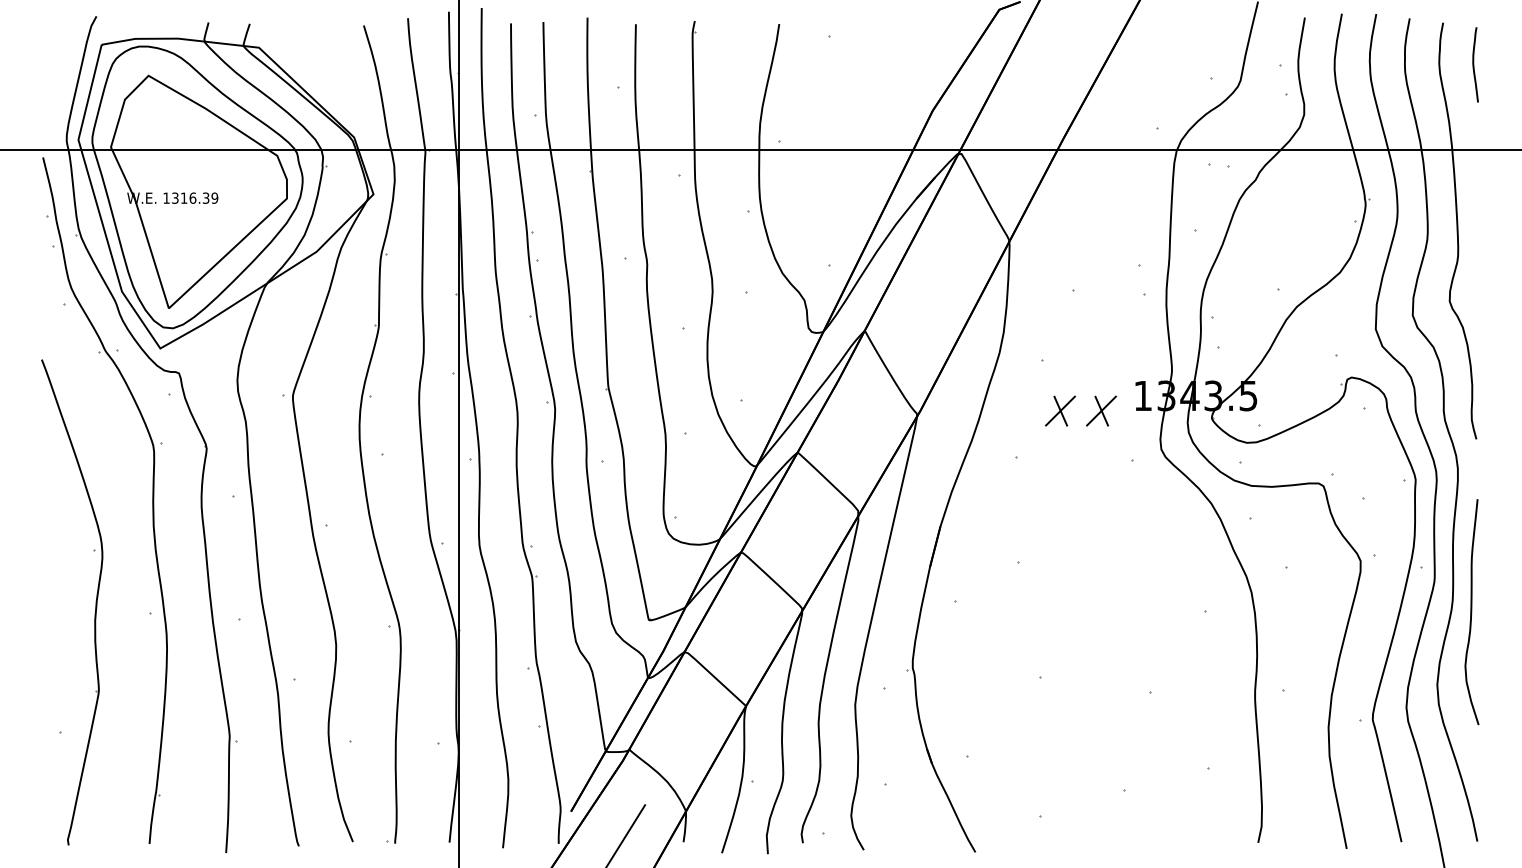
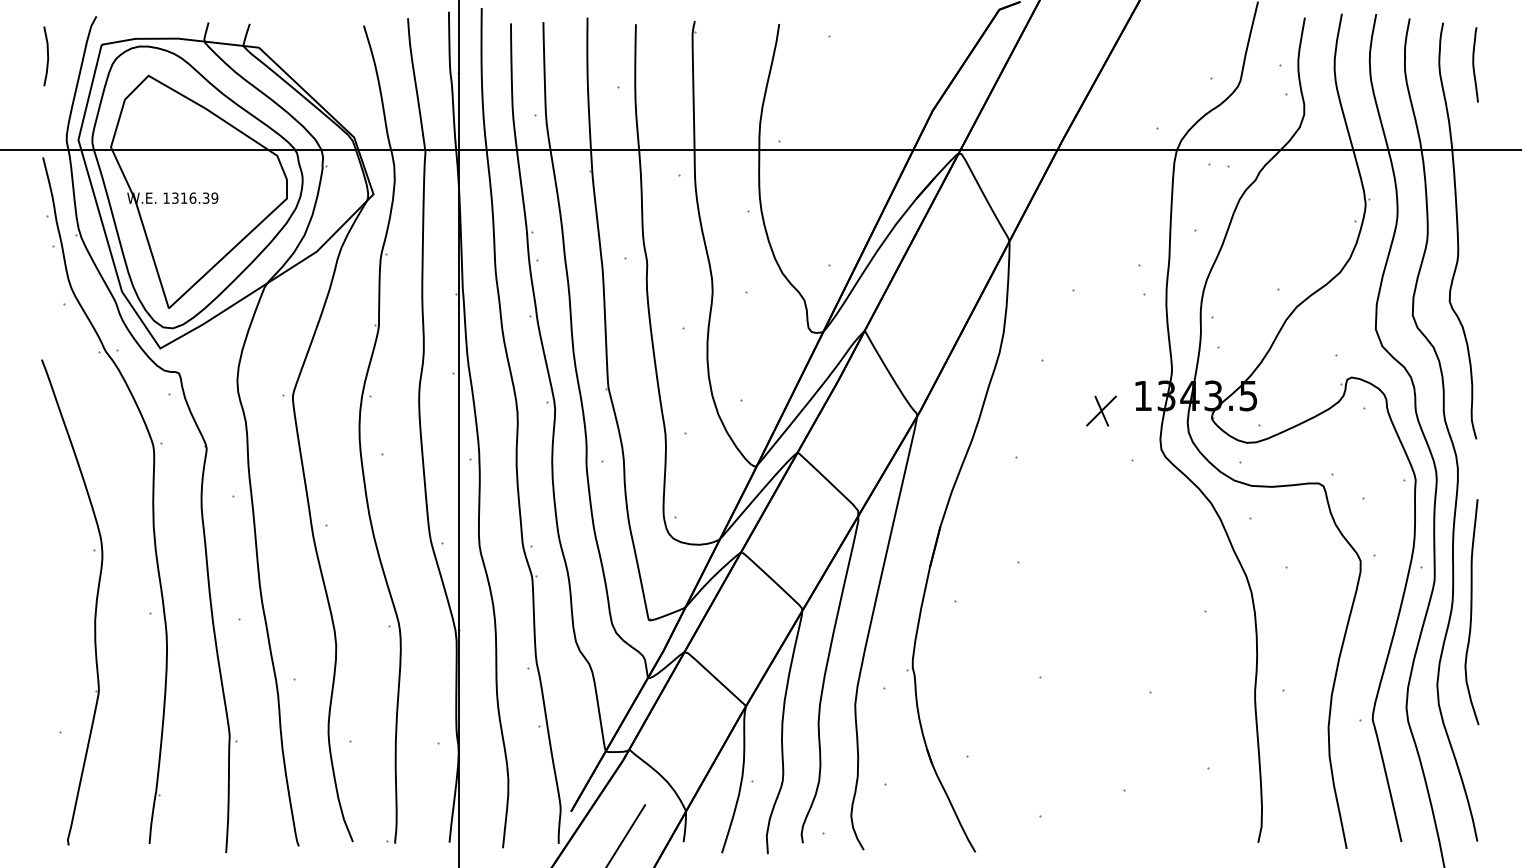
line at (47, 56): none -> present
part at (1060, 410): present -> none
